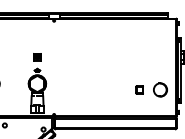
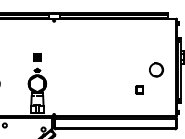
circle at (160, 89) position: (160, 89) -> (156, 69)
